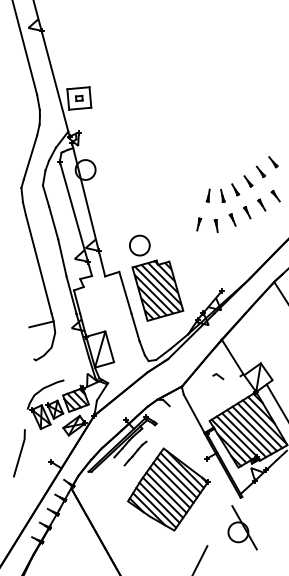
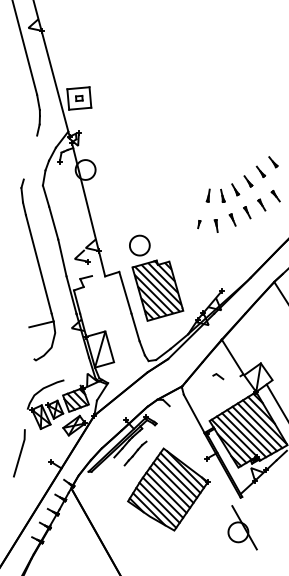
line at (30, 157): present -> none
line at (75, 218): present -> none
part at (199, 224) size: 7x15 px -> 5x10 px
line at (200, 559): present -> none
